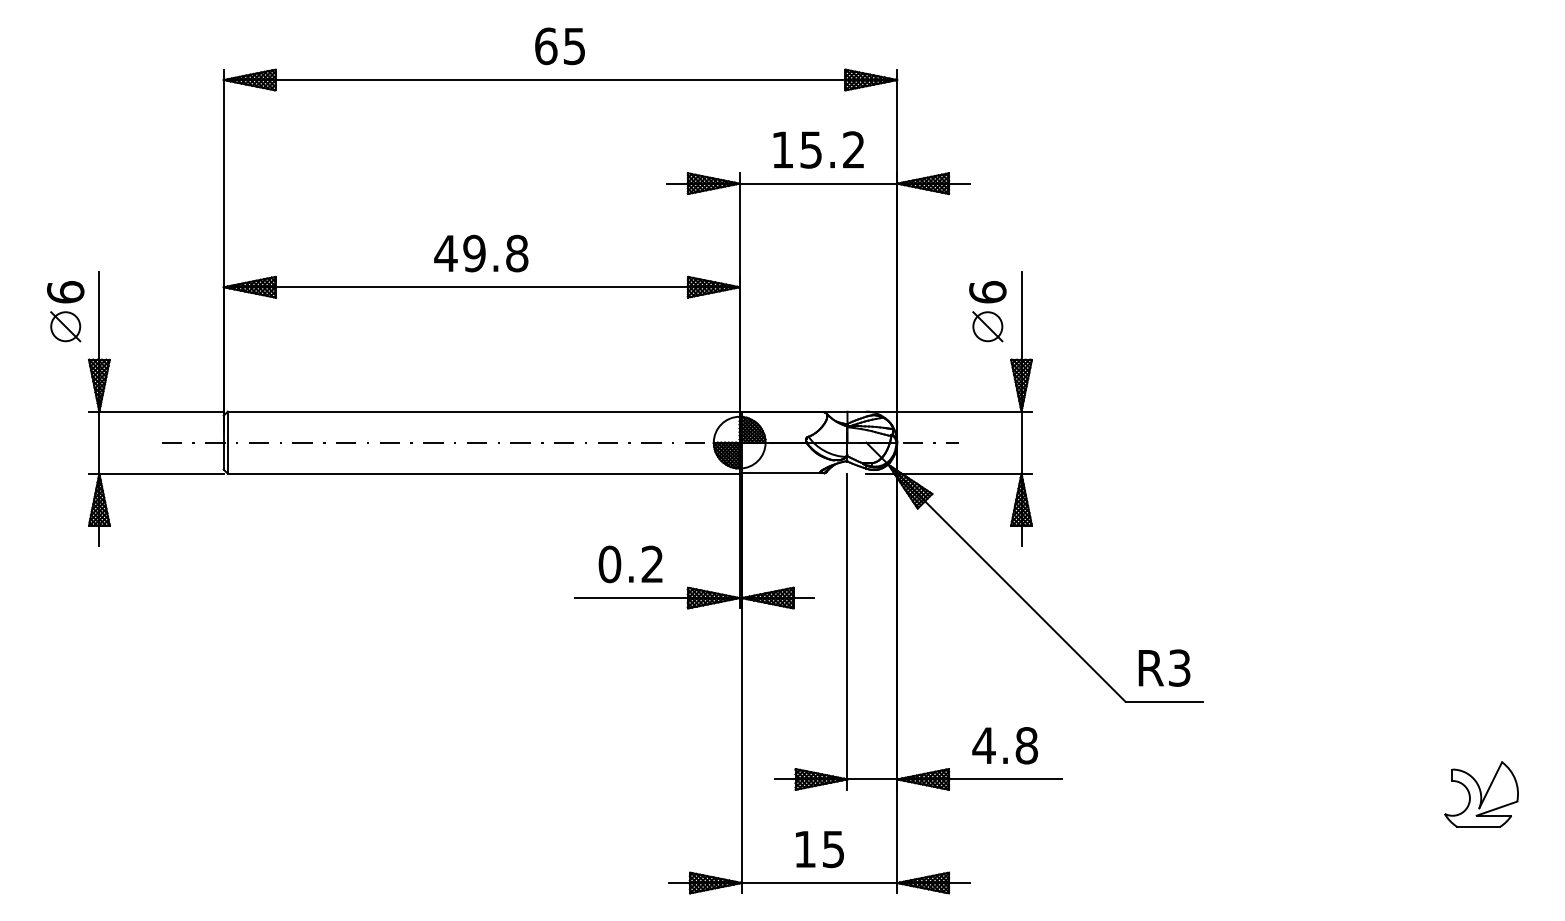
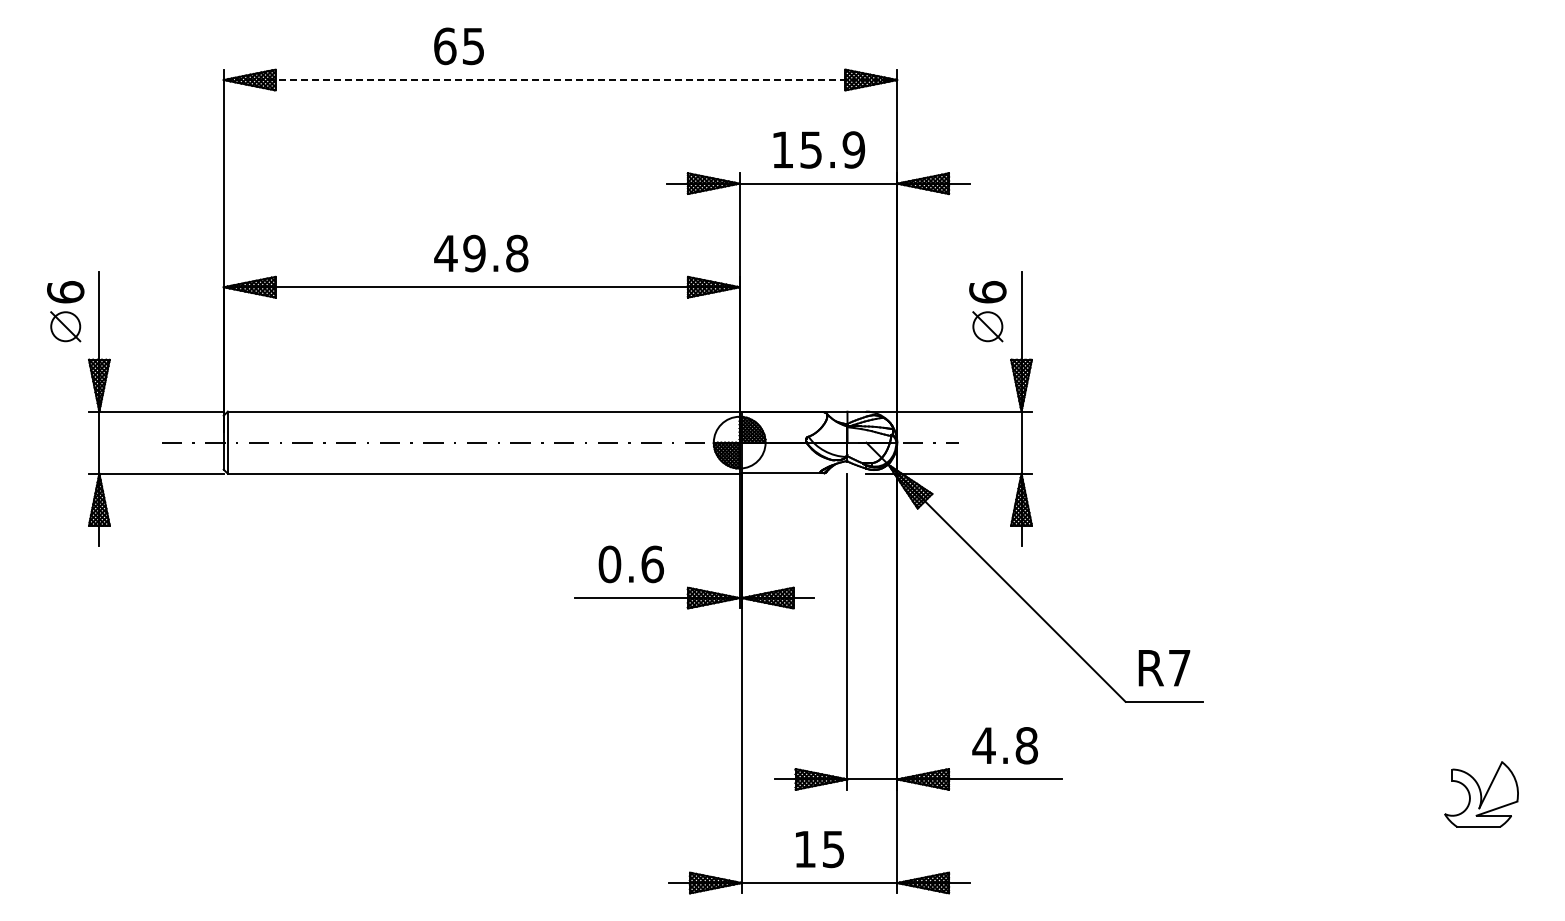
text at (559, 46) position: (559, 46) -> (458, 46)
line at (560, 80): solid -> dashed
text at (853, 149): 15.2 -> 15.9
text at (652, 564): 0.2 -> 0.6
text at (1179, 667): R3 -> R7
